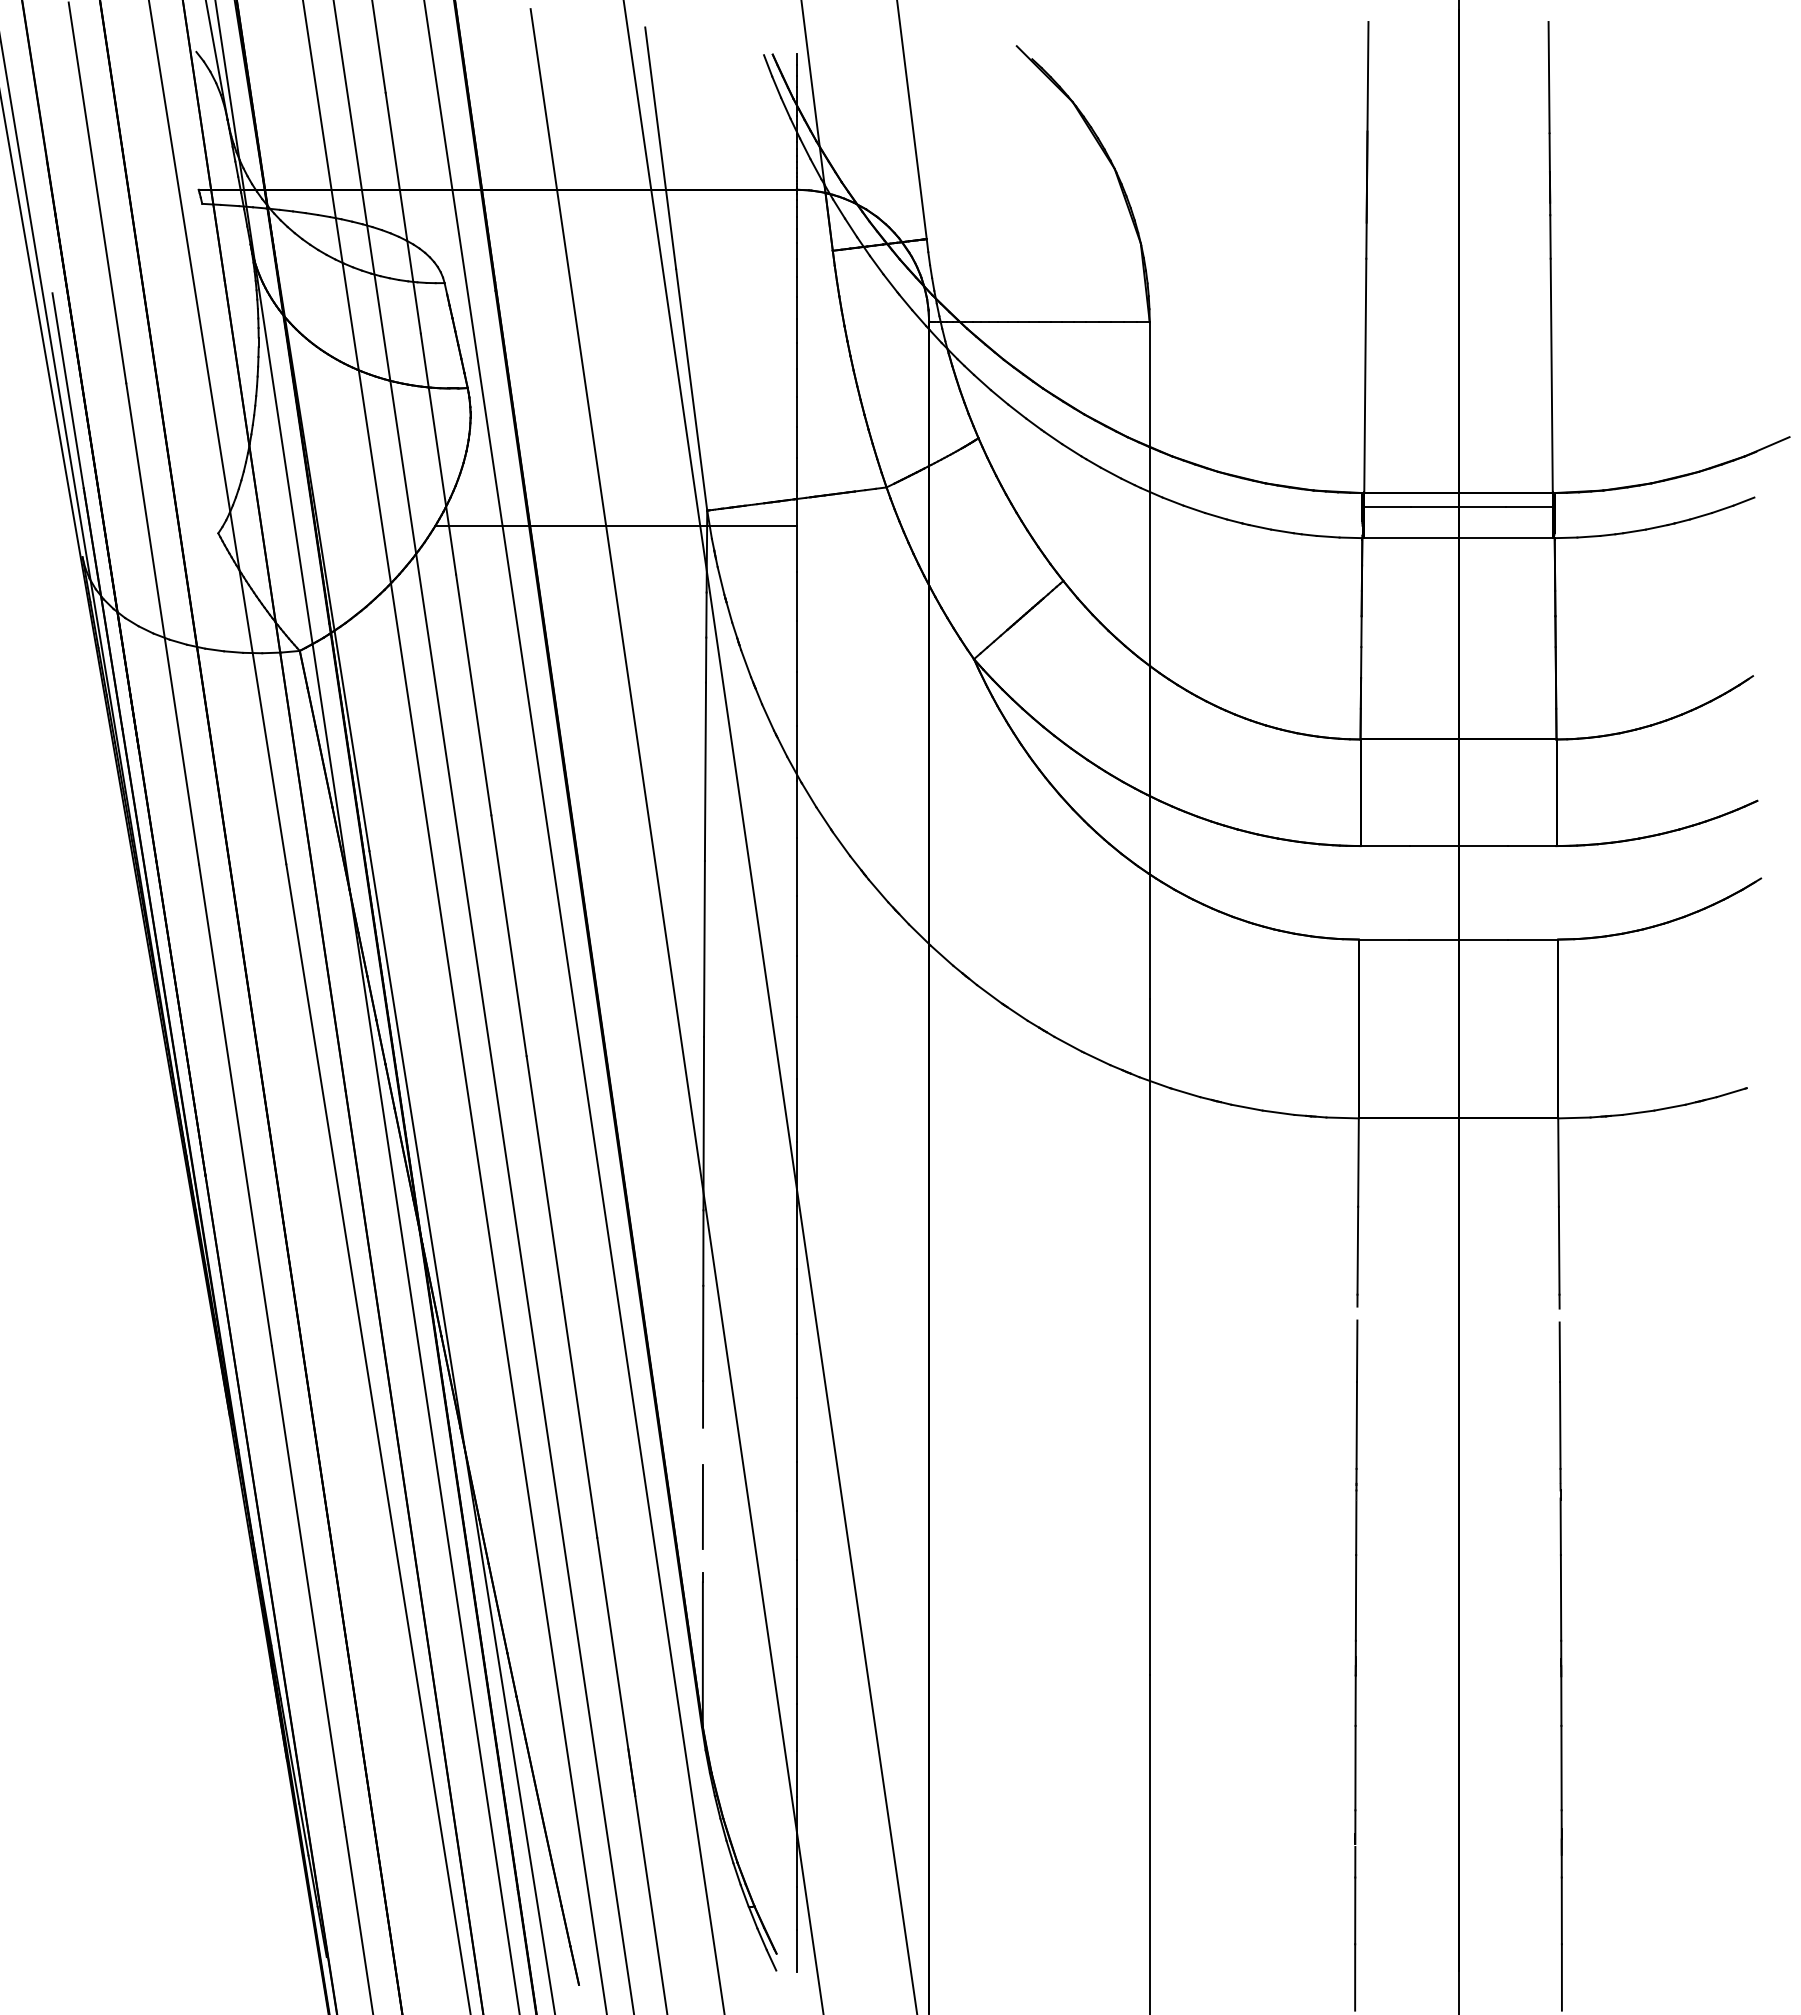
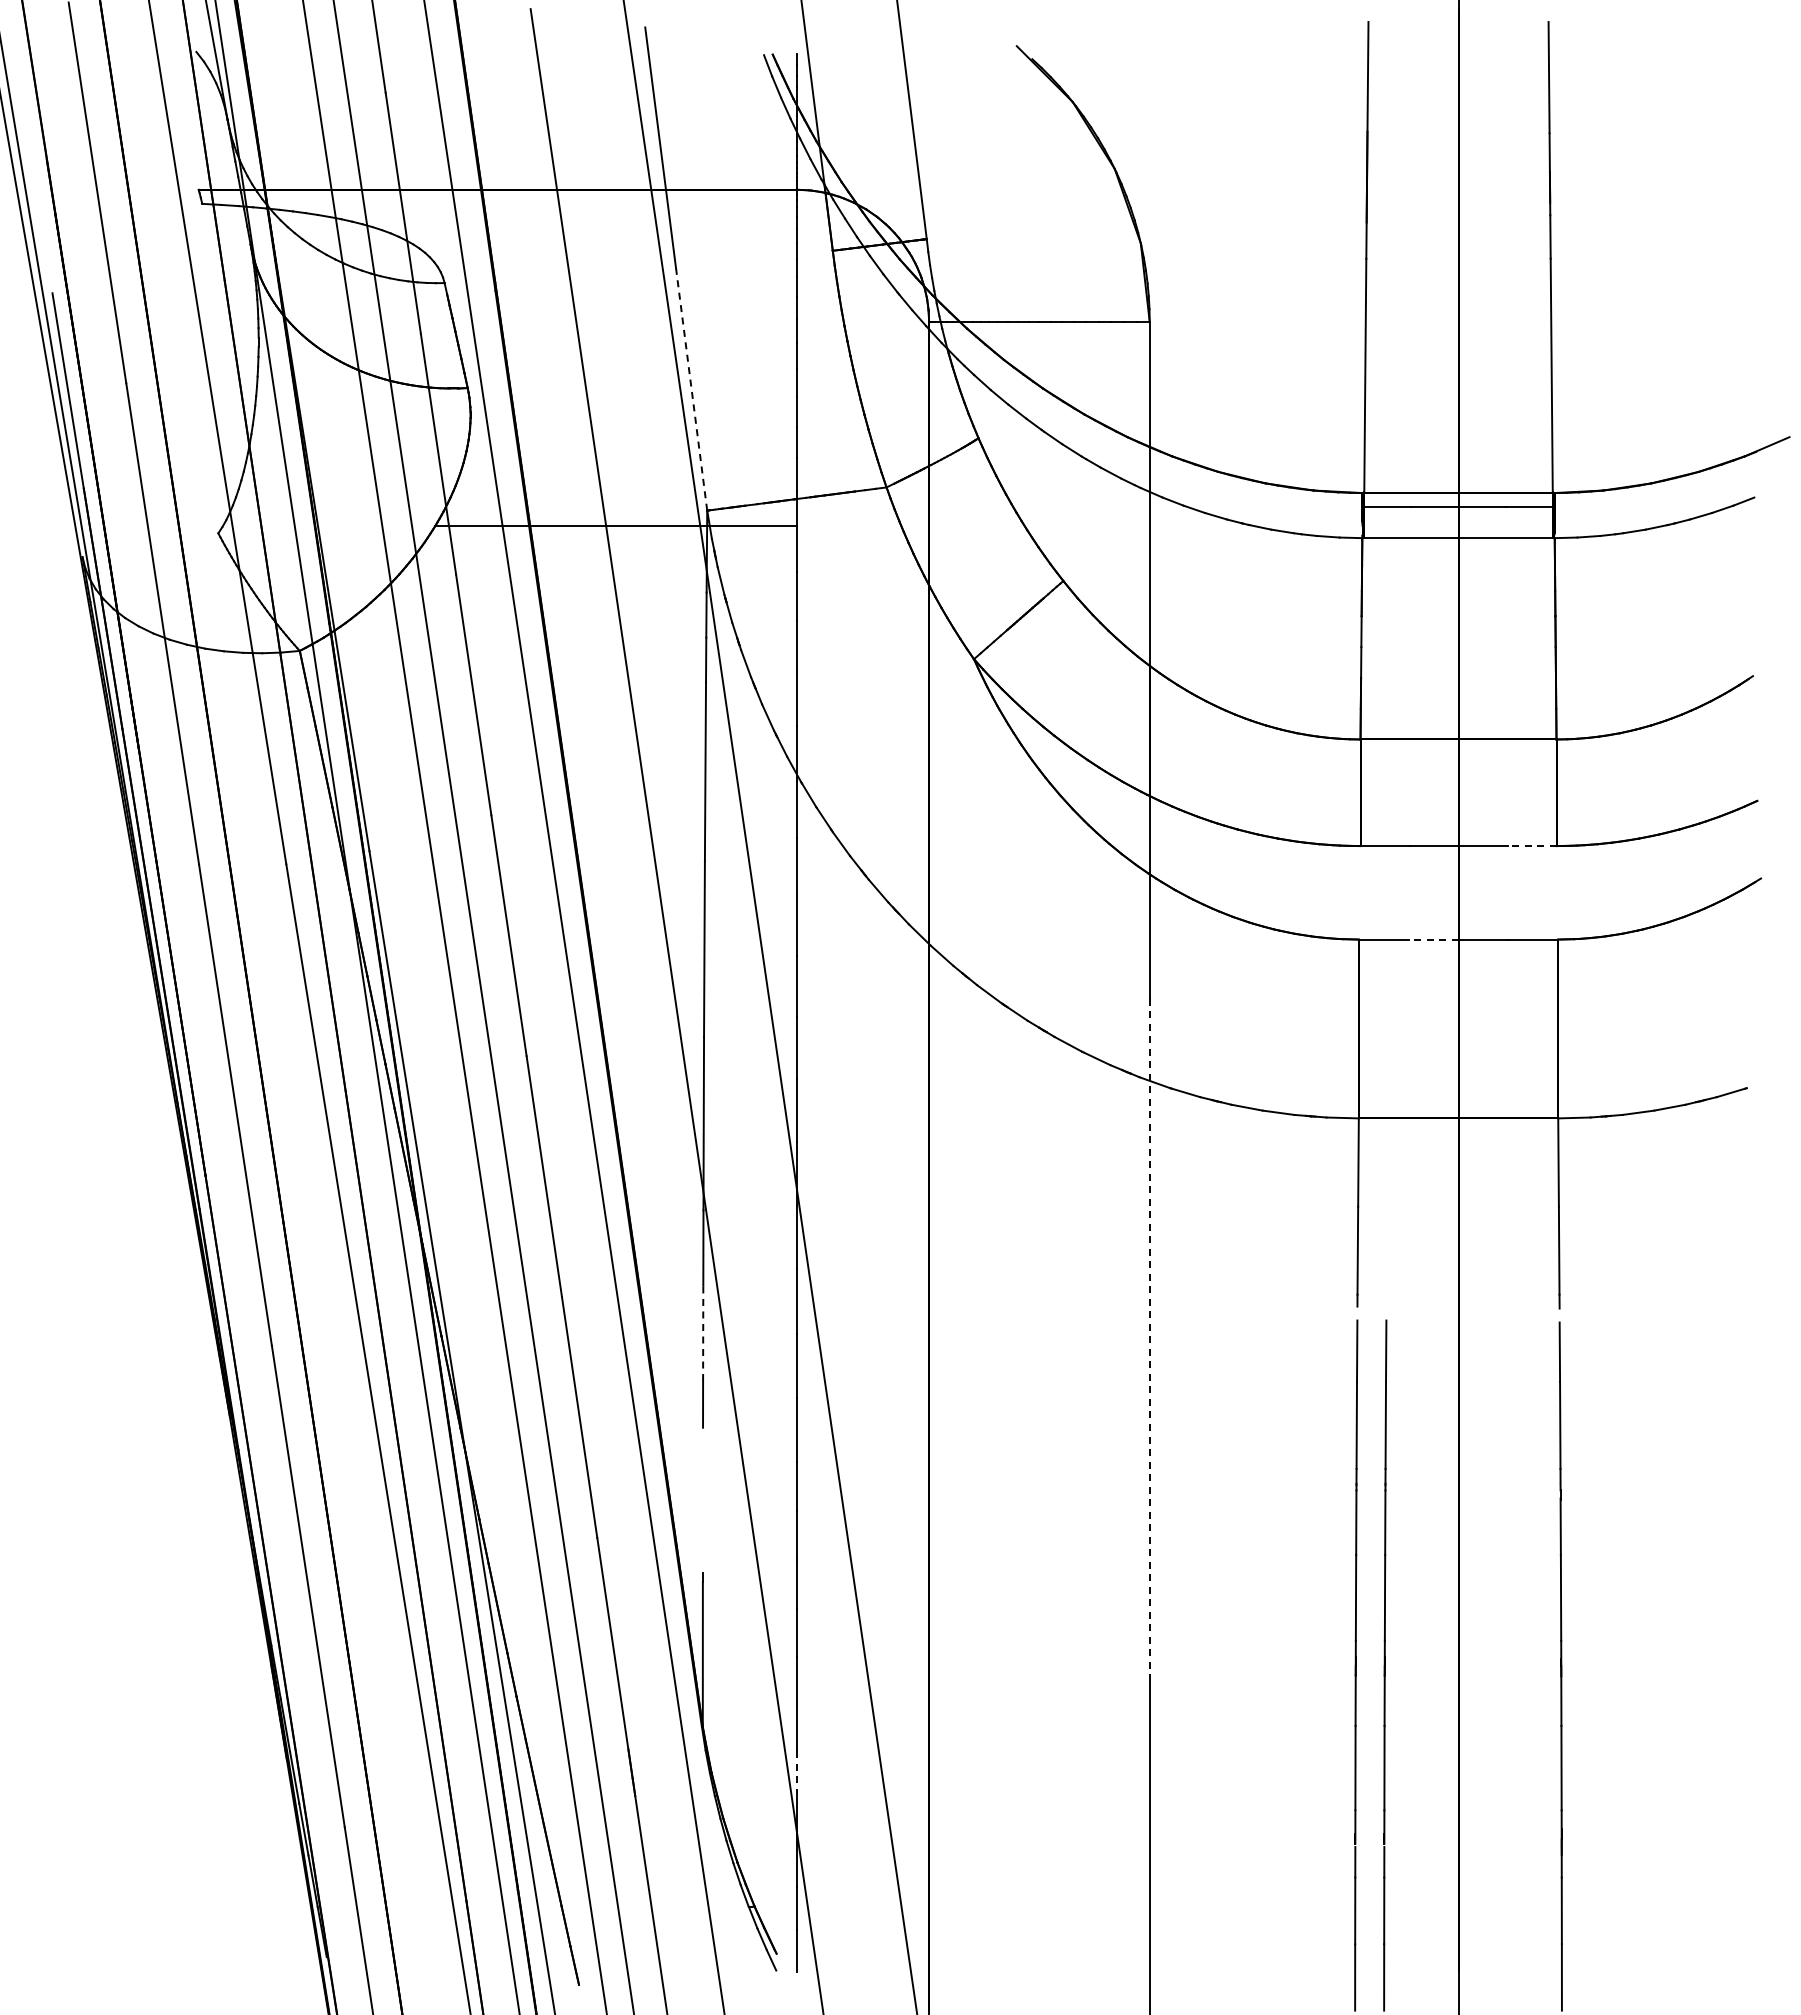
line at (691, 389): solid -> dashed
line at (1532, 846): solid -> dashed
line at (1433, 939): solid -> dashed
line at (703, 1333): solid -> dashed
line at (1149, 1337): solid -> dashed
line at (702, 1506): present -> none
line at (1385, 1665): none -> present
line at (796, 1774): solid -> dashed
